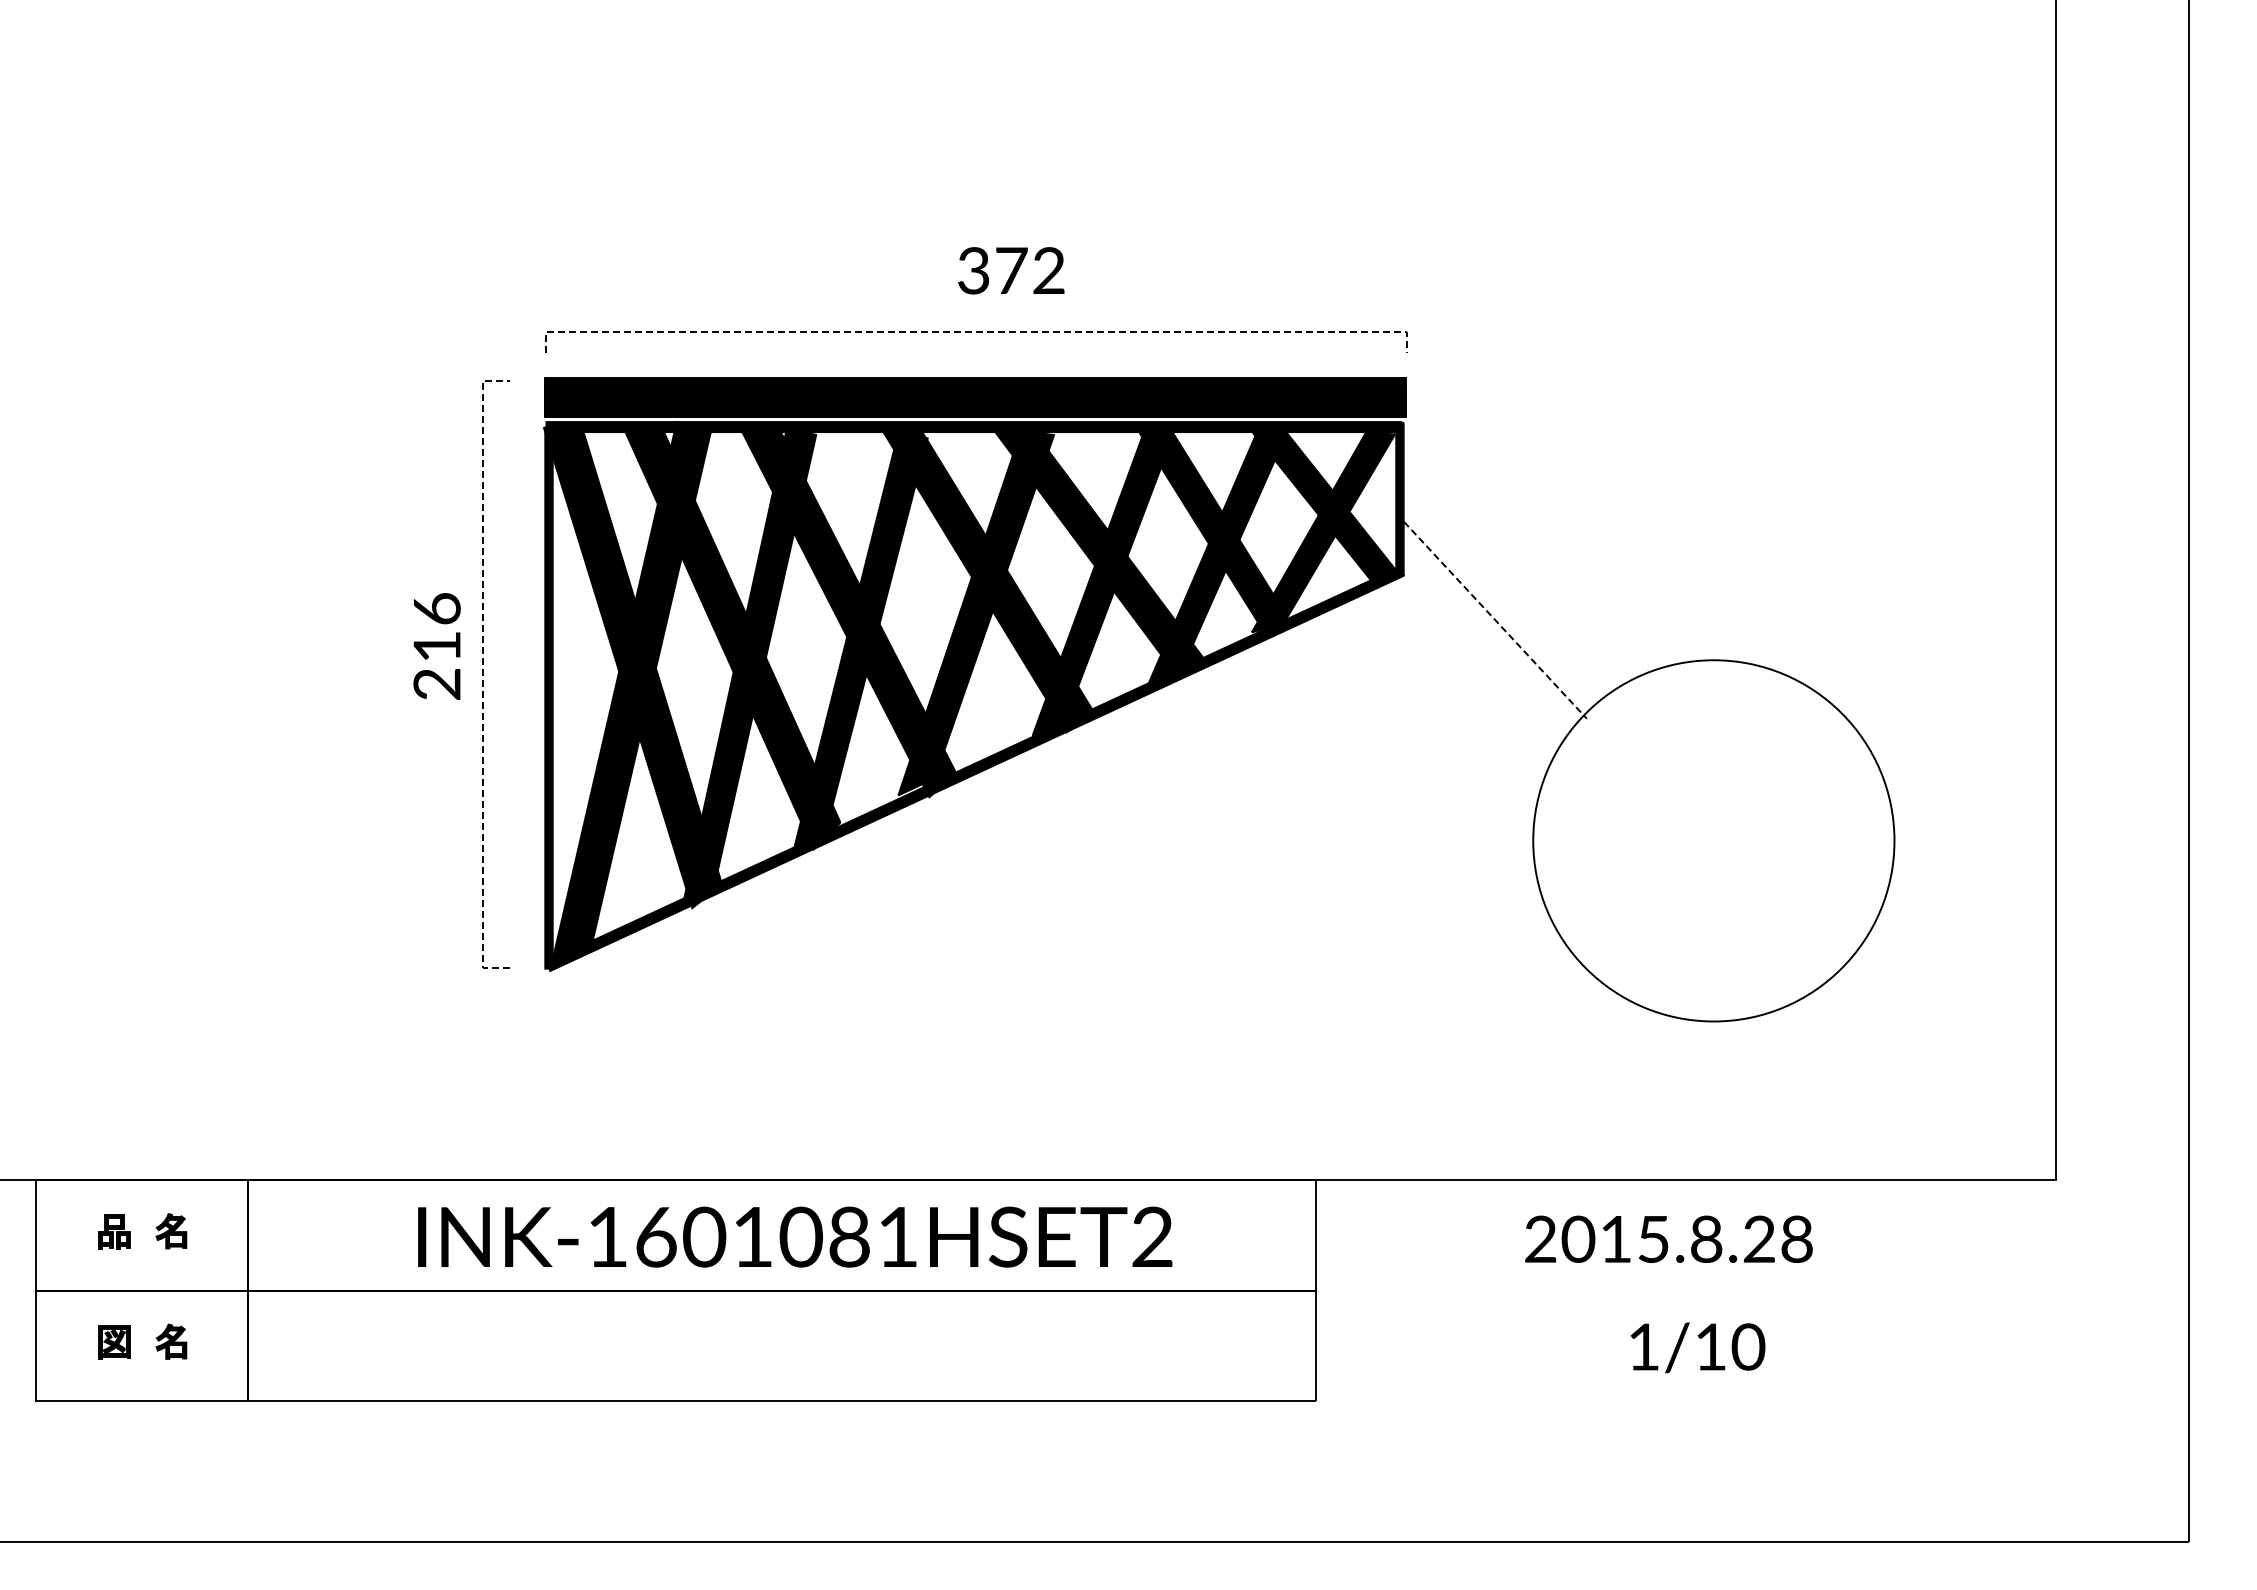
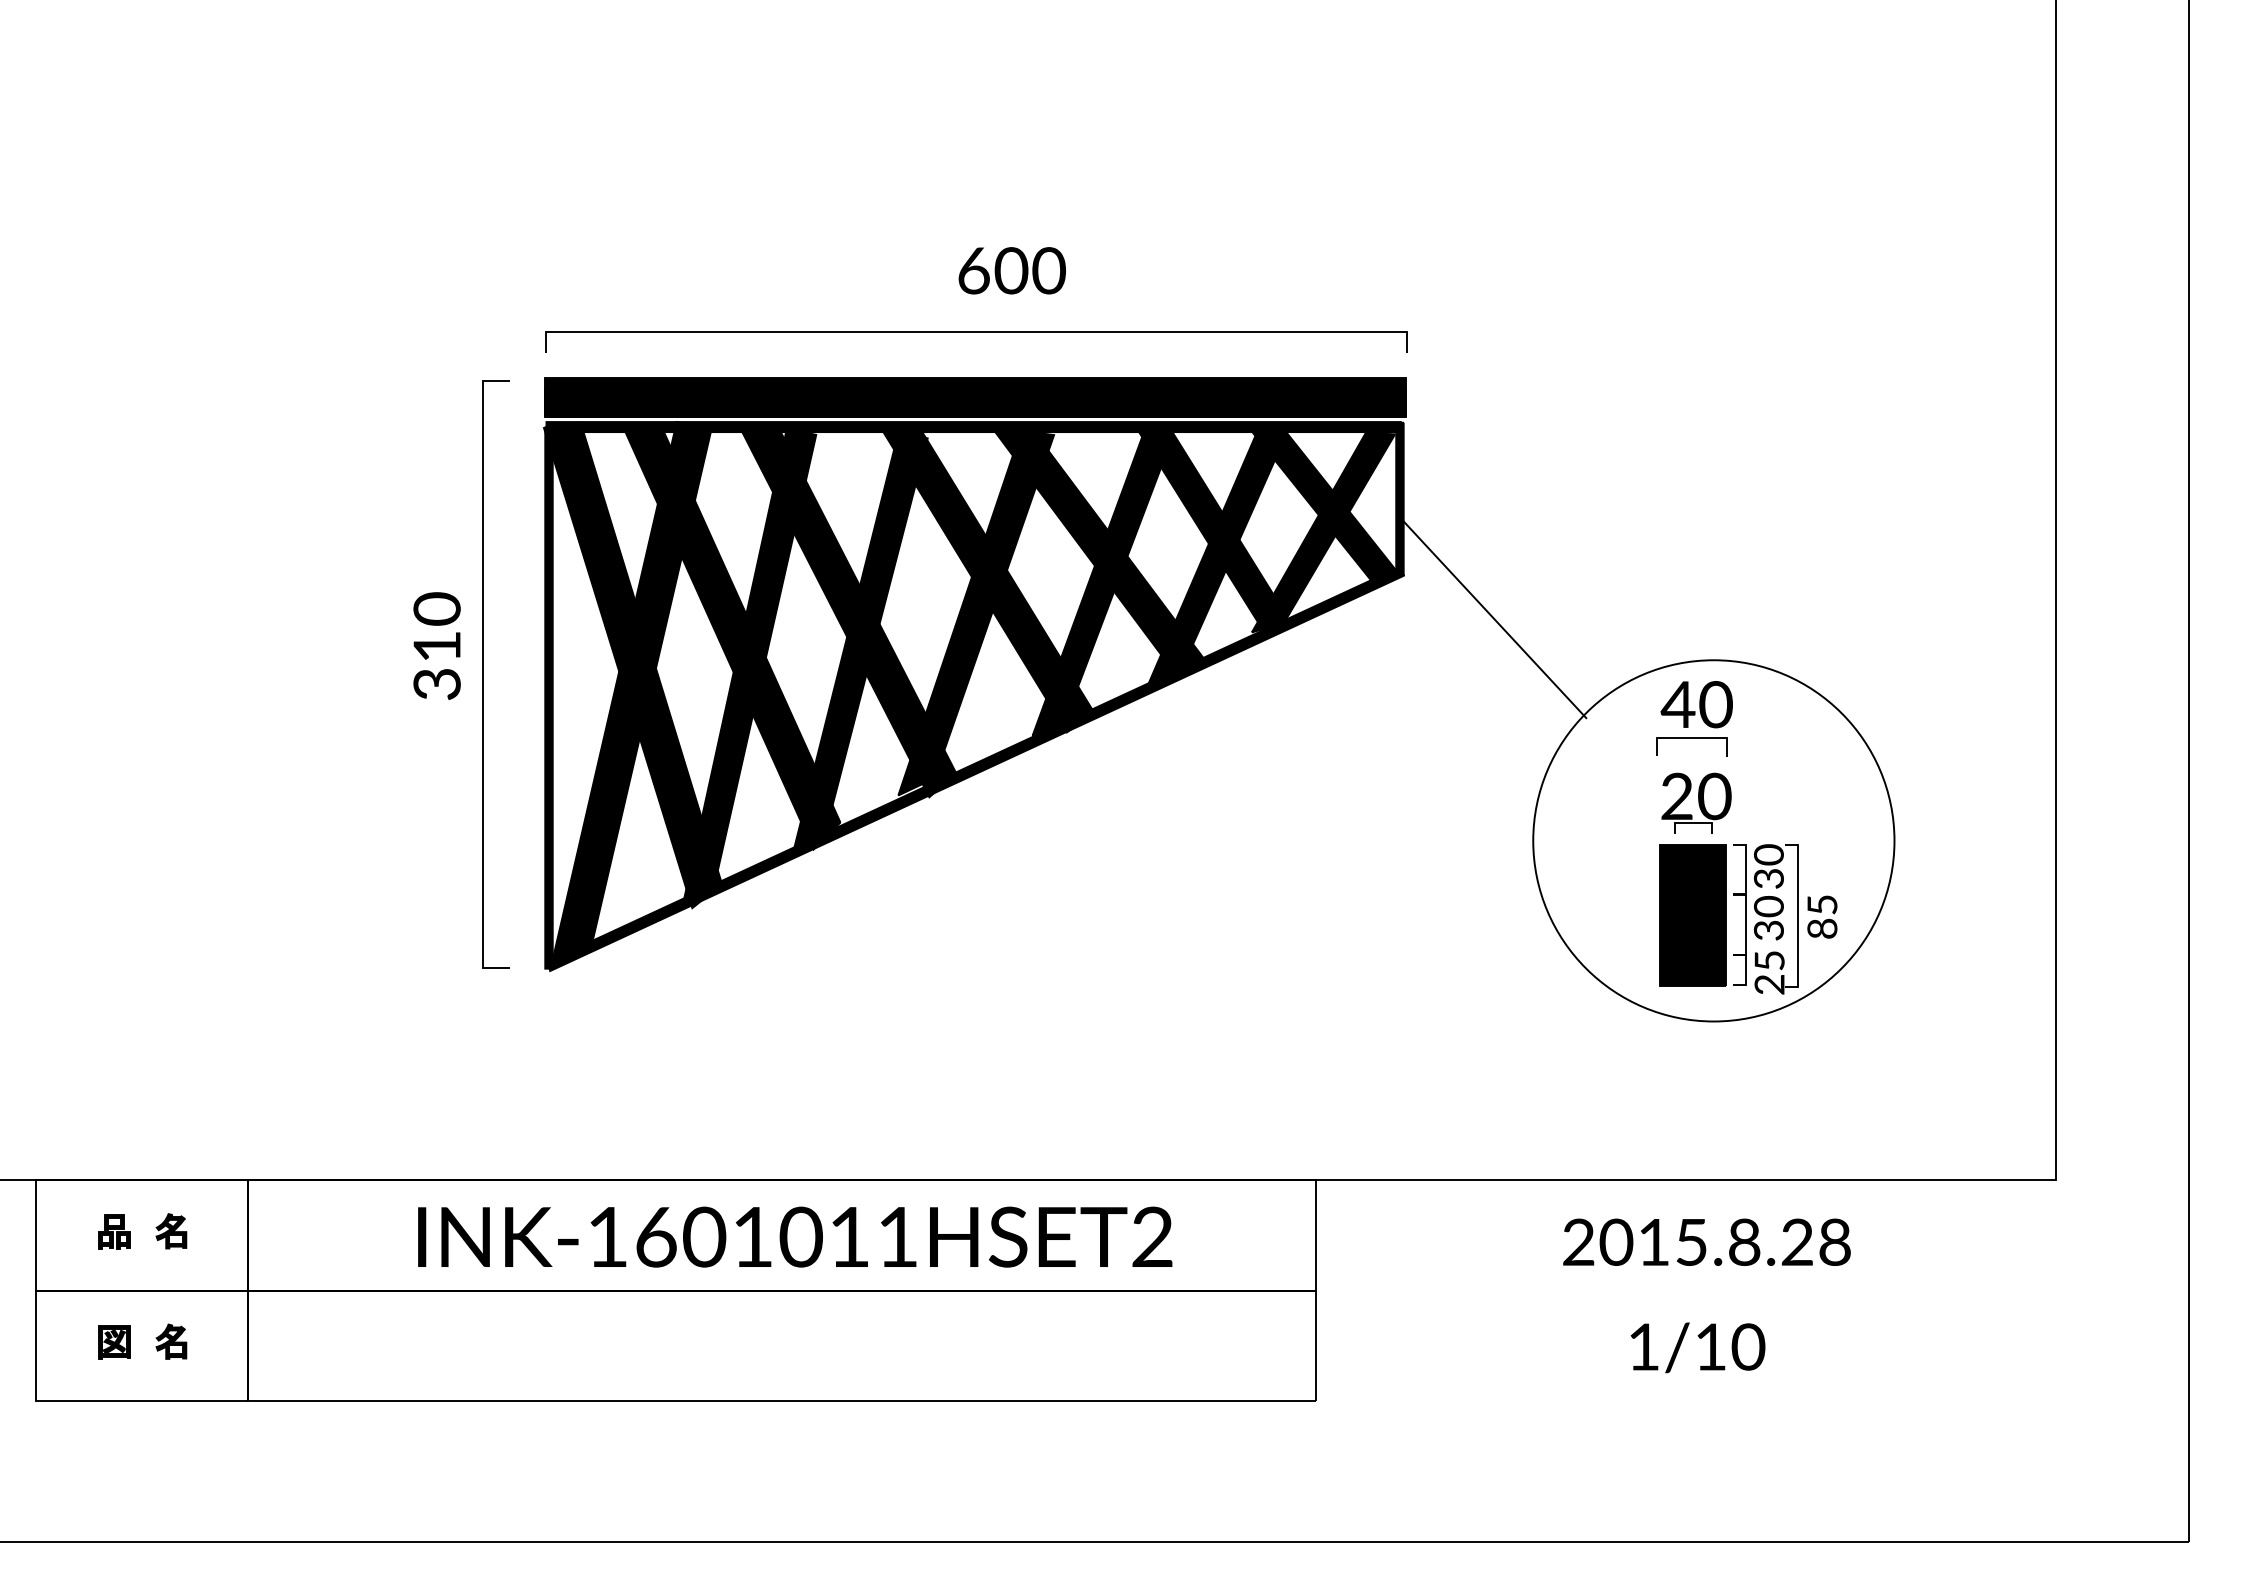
text at (1011, 270): 372 -> 600
line at (976, 332): dashed -> solid
line at (1491, 616): dashed -> solid
text at (436, 645): 216 -> 310
line at (482, 673): dashed -> solid
part at (1746, 844): none -> present
text at (849, 1236): INK-1601081HSET2 -> INK-1601011HSET2
text at (1668, 1238) position: (1668, 1238) -> (1706, 1241)
